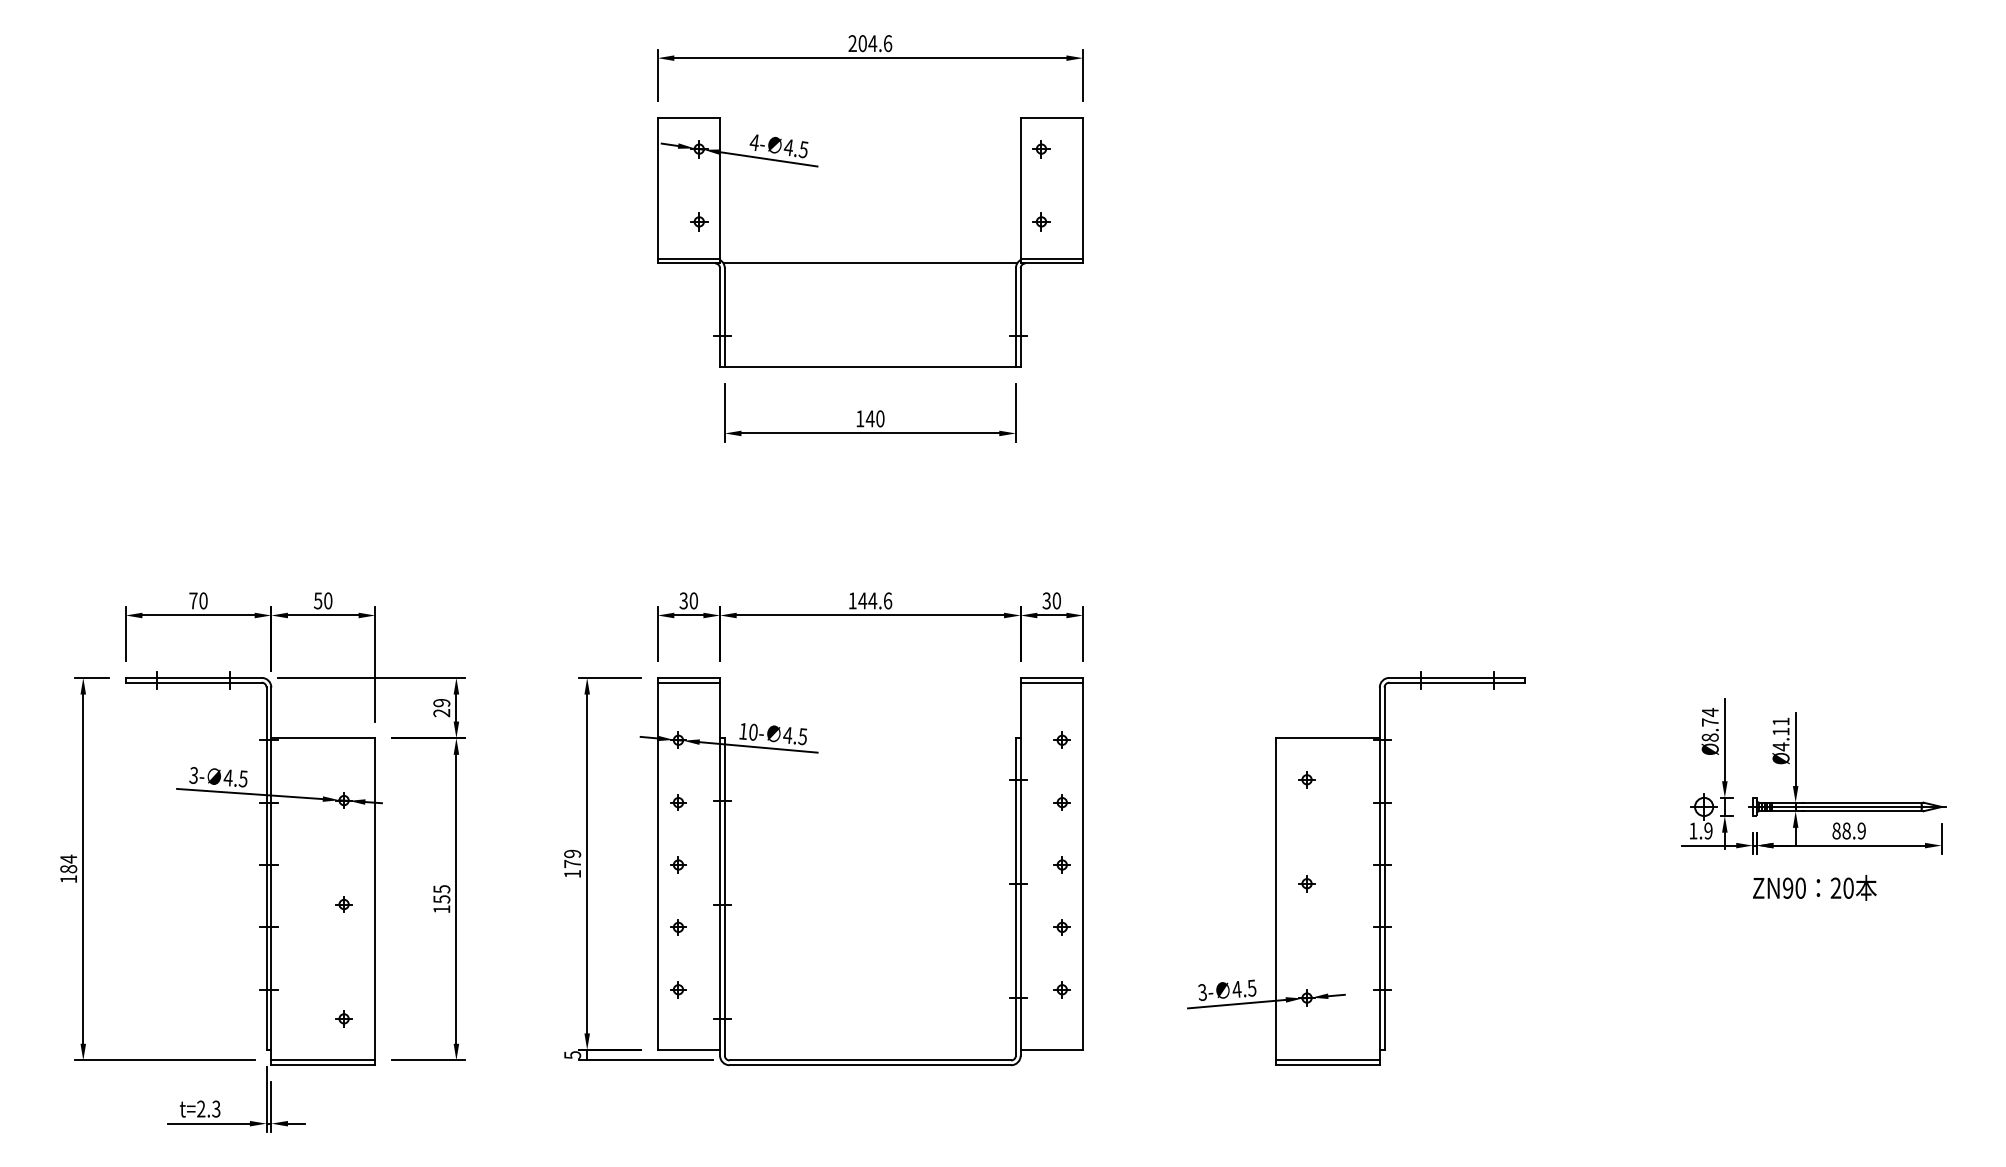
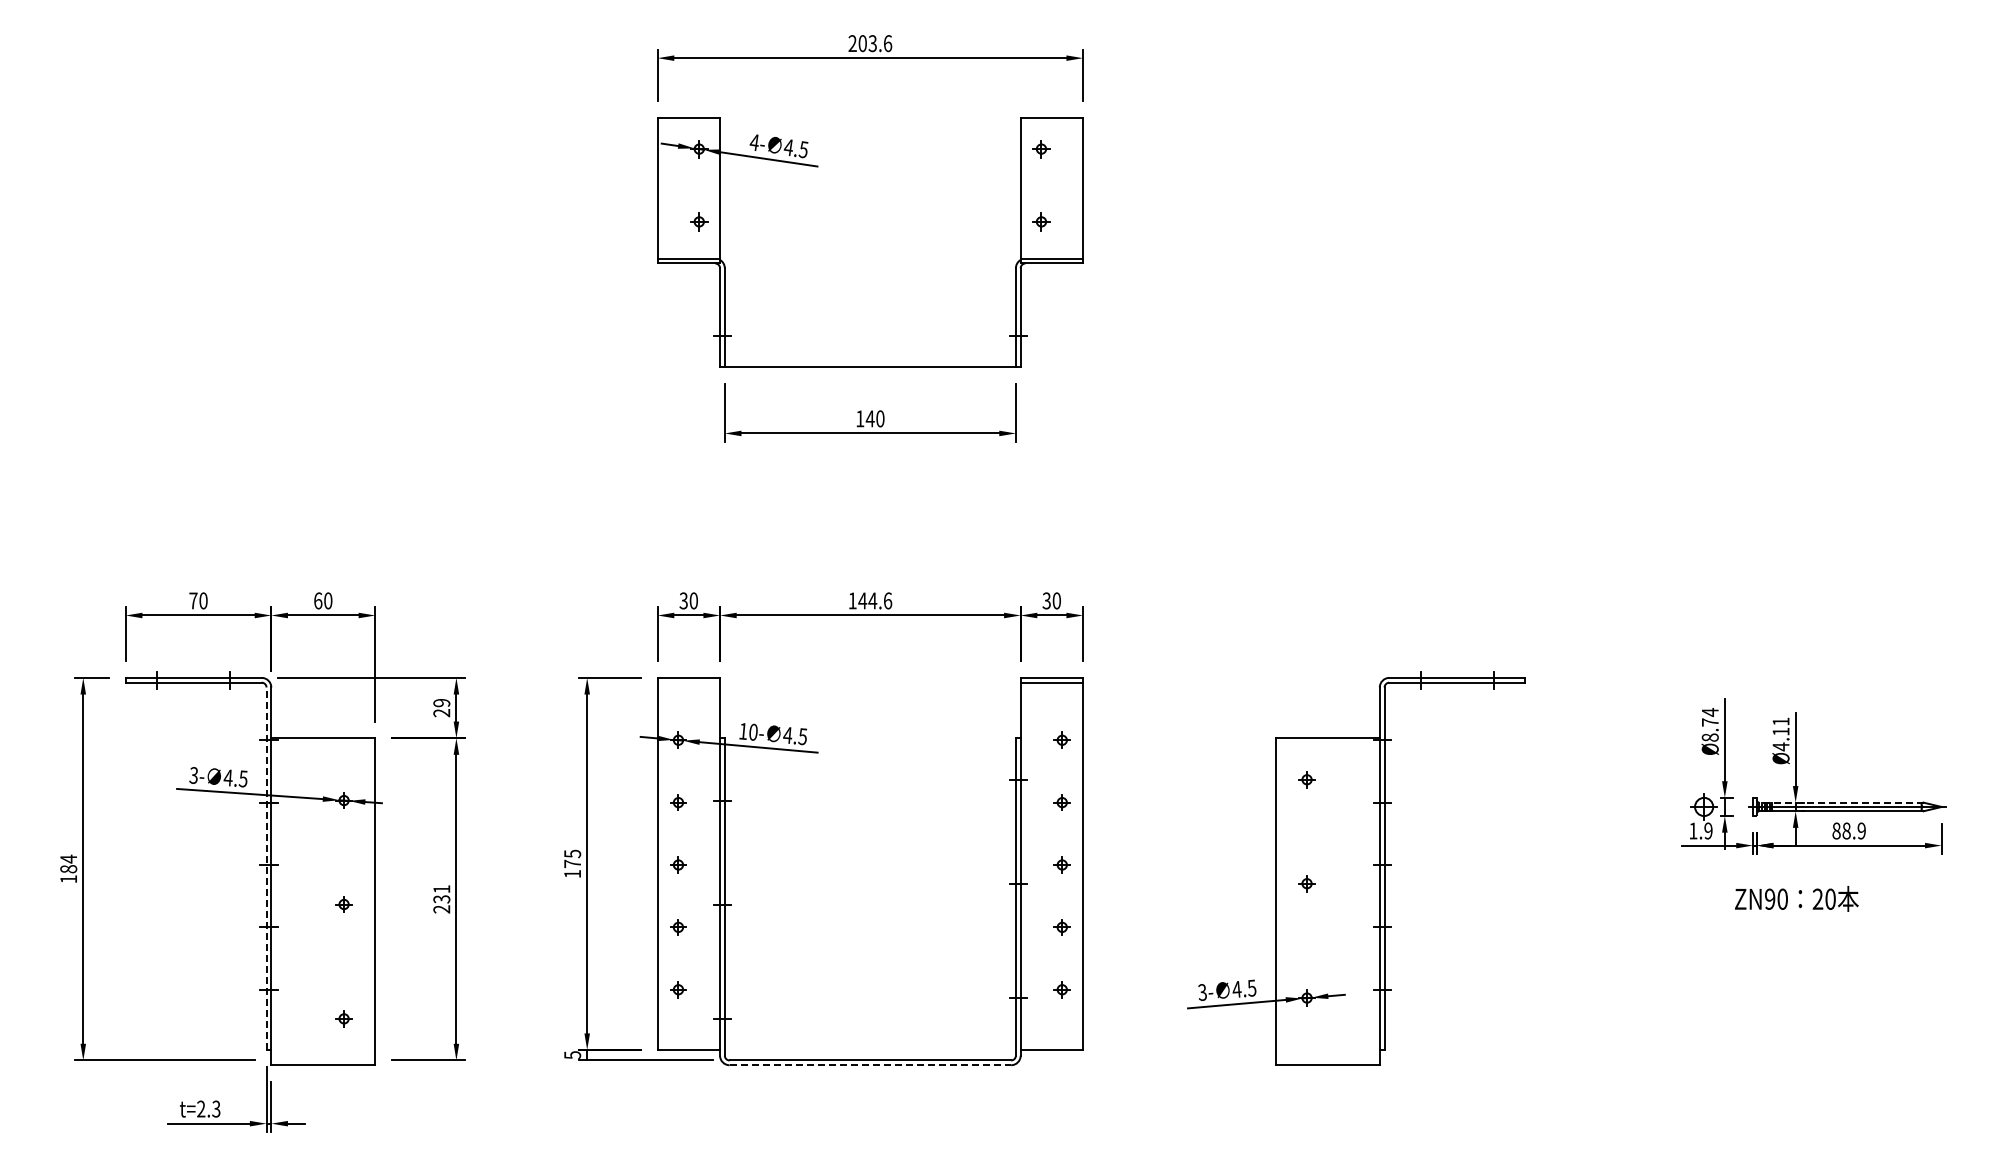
text at (872, 43): 204.6 -> 203.6
line at (870, 263): present -> none
text at (317, 600): 50 -> 60
line at (688, 682): present -> none
line at (1841, 802): solid -> dashed
text at (572, 853): 179 -> 175
line at (266, 868): solid -> dashed
text at (1814, 887) position: (1814, 887) -> (1796, 898)
text at (441, 899): 155 -> 231
line at (323, 1060): present -> none
line at (1327, 1060): present -> none
line at (870, 1065): solid -> dashed
